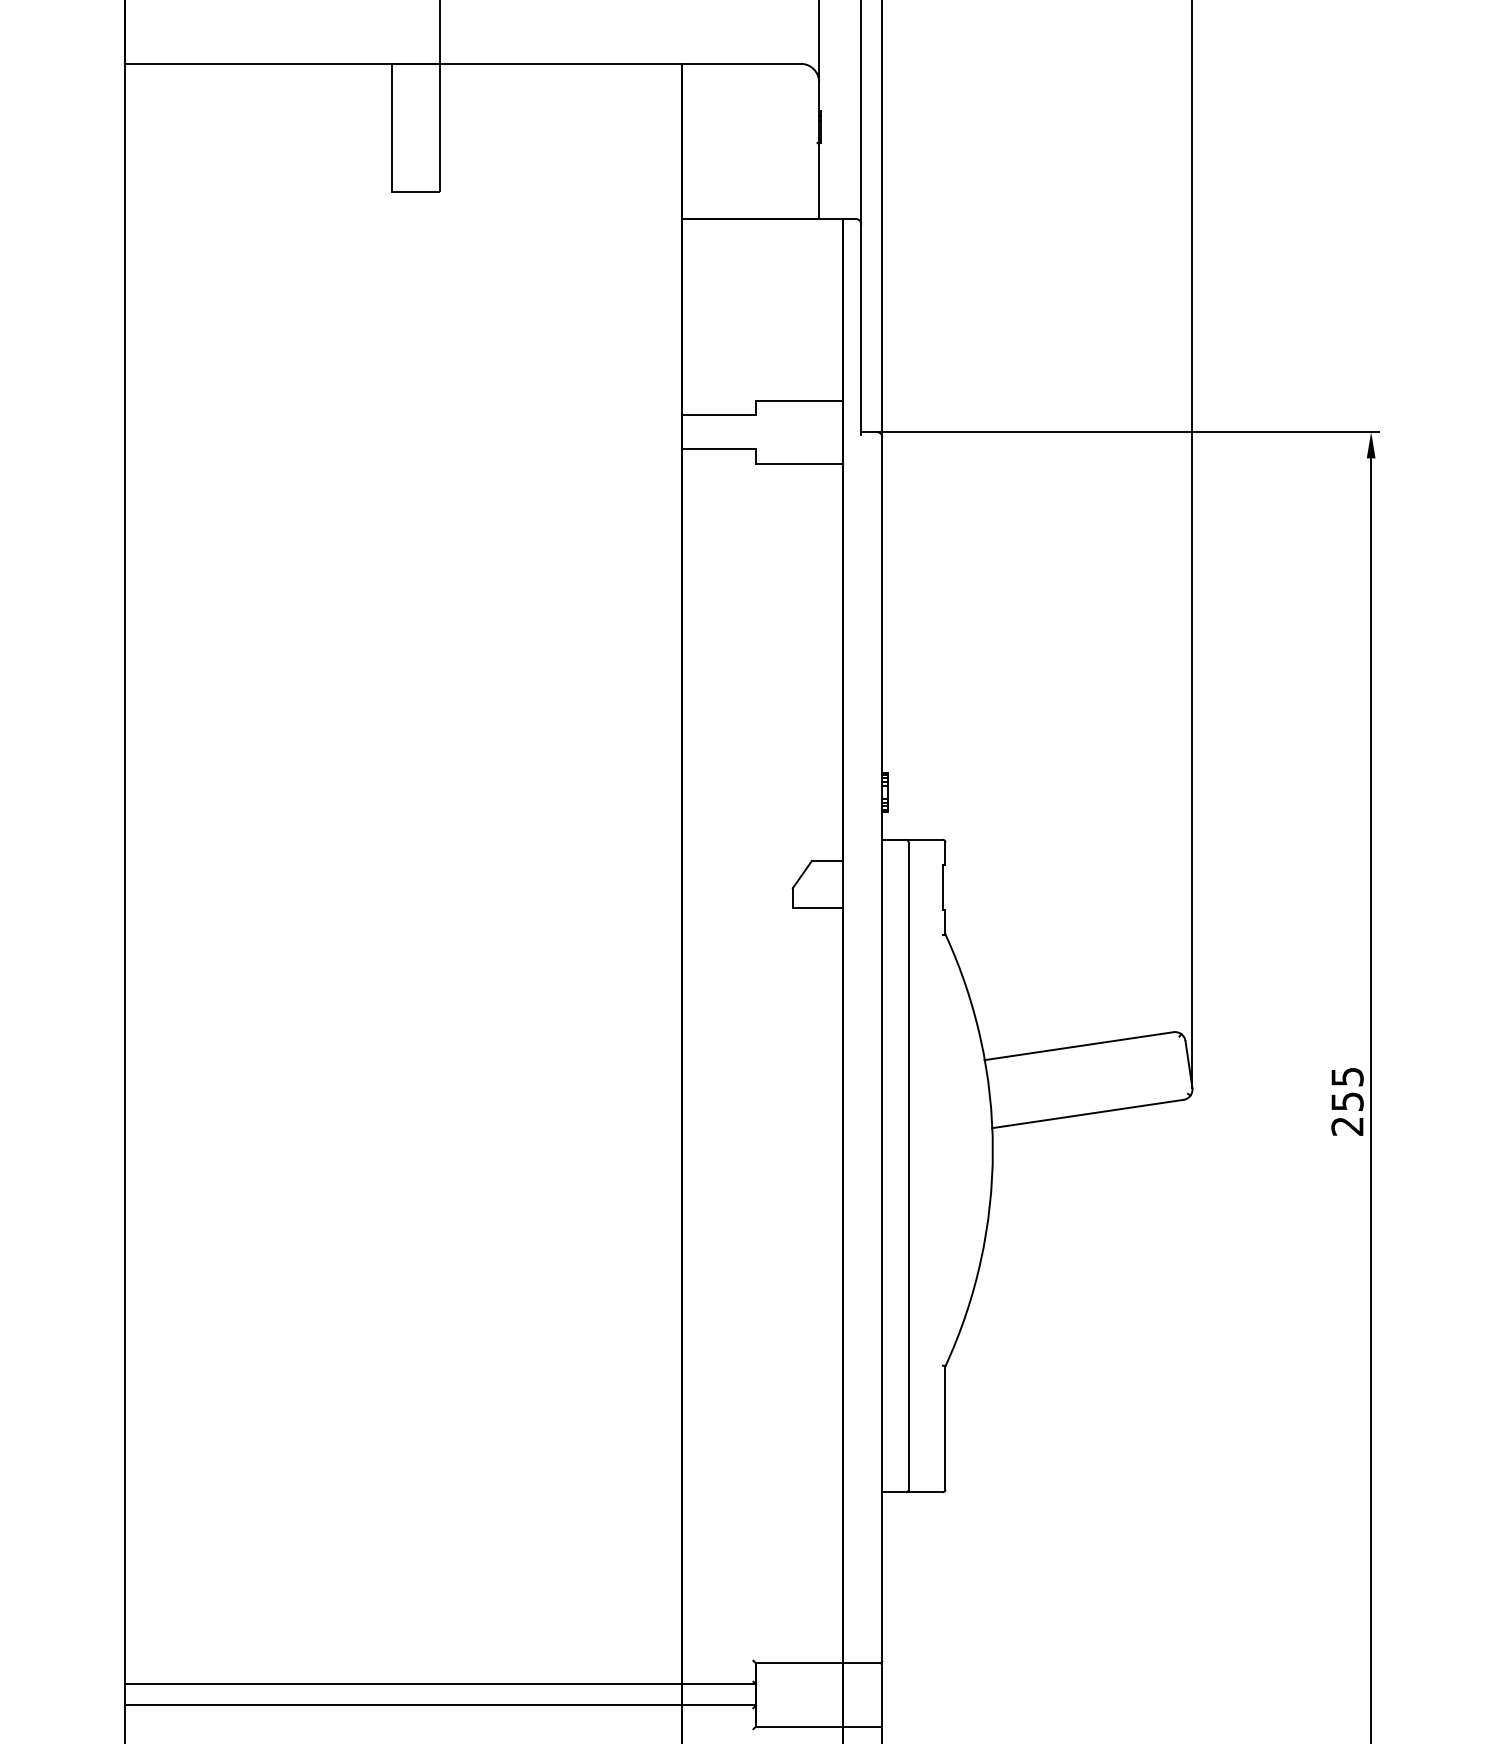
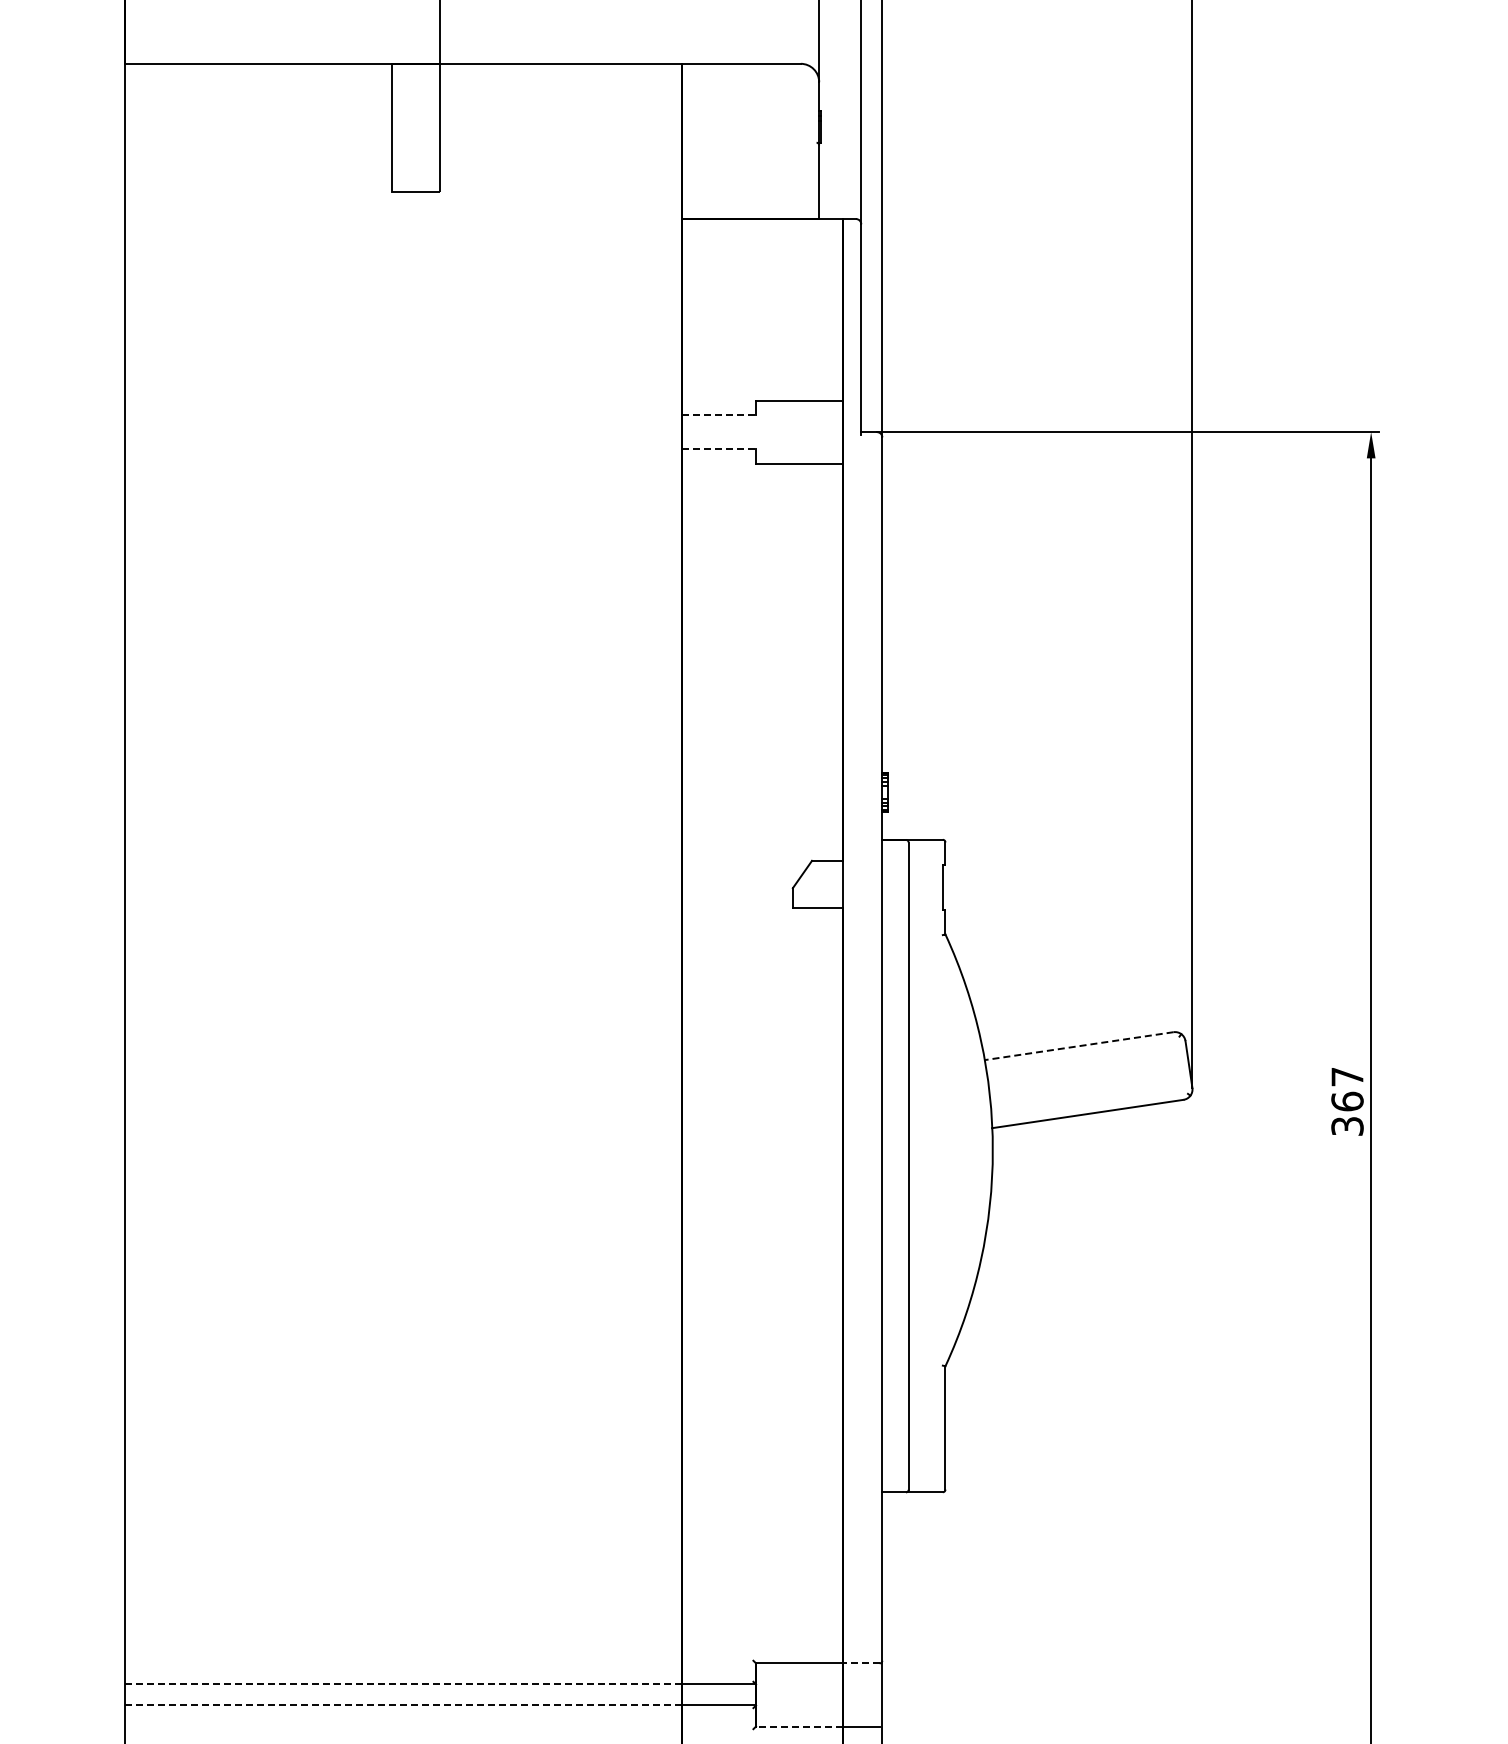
line at (719, 415): solid -> dashed
line at (719, 449): solid -> dashed
line at (1079, 1046): solid -> dashed
text at (1347, 1101): 255 -> 367
line at (860, 1663): solid -> dashed
line at (403, 1684): solid -> dashed
line at (403, 1705): solid -> dashed
line at (798, 1726): solid -> dashed
